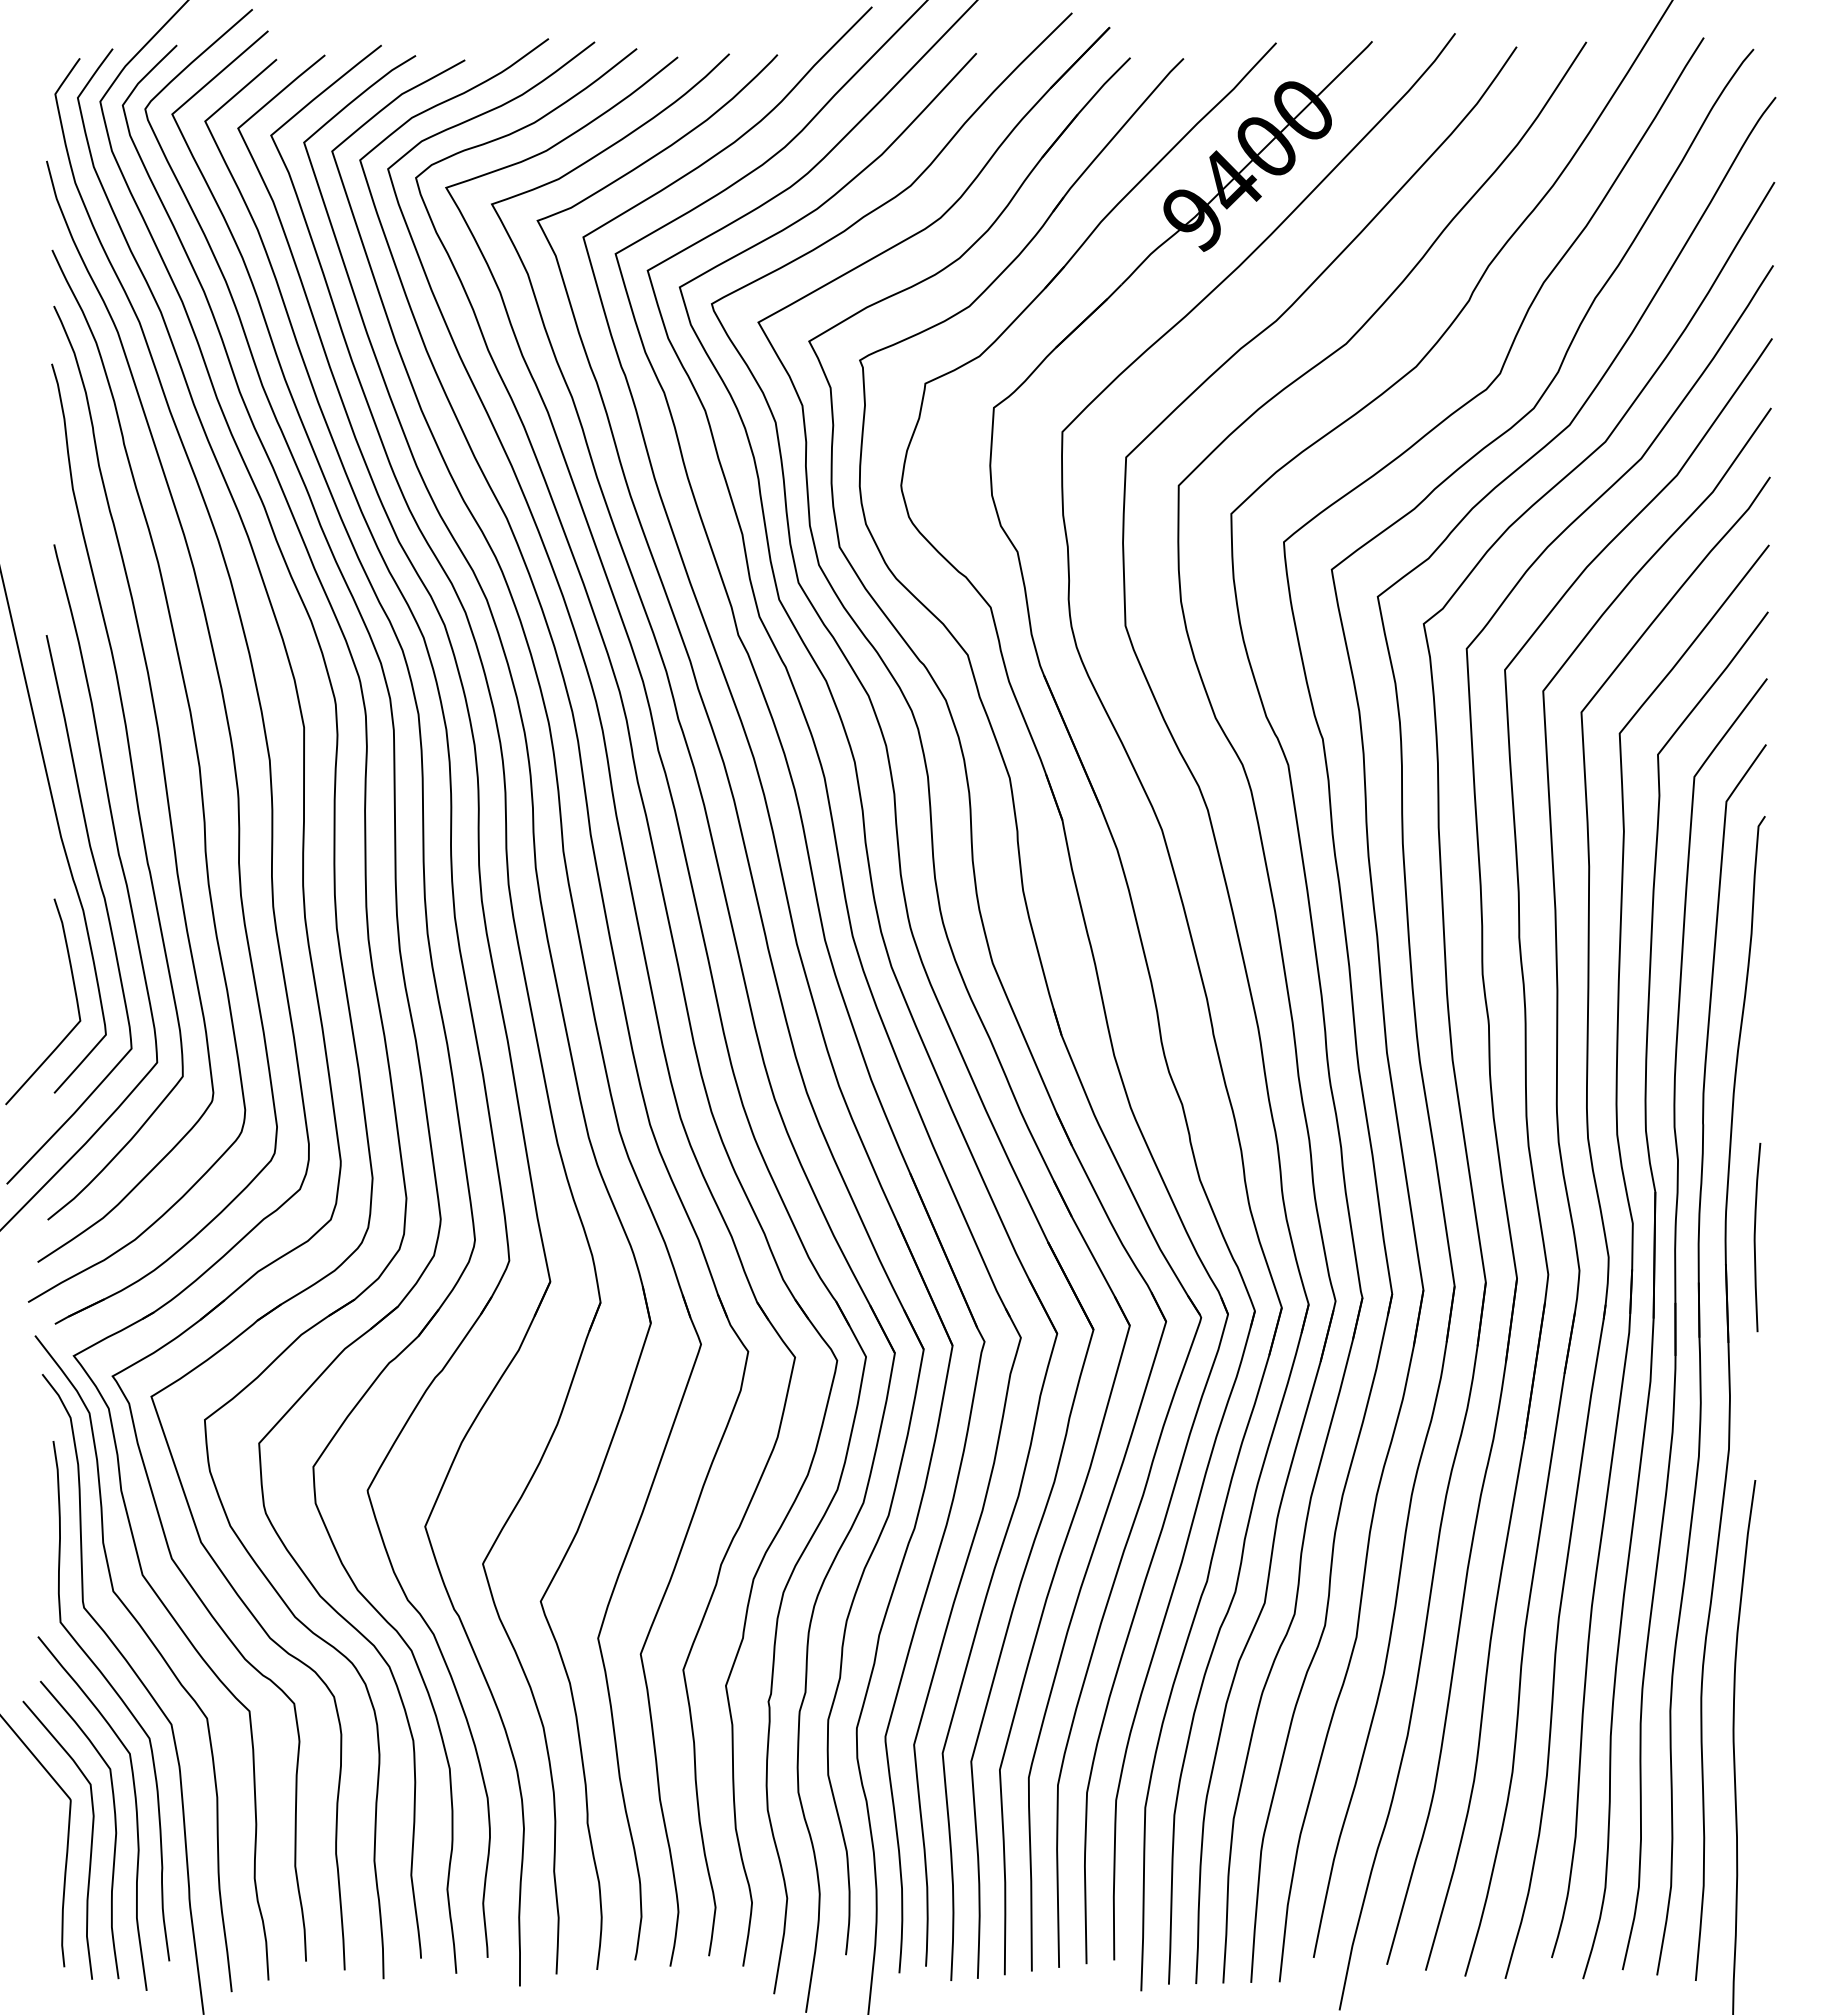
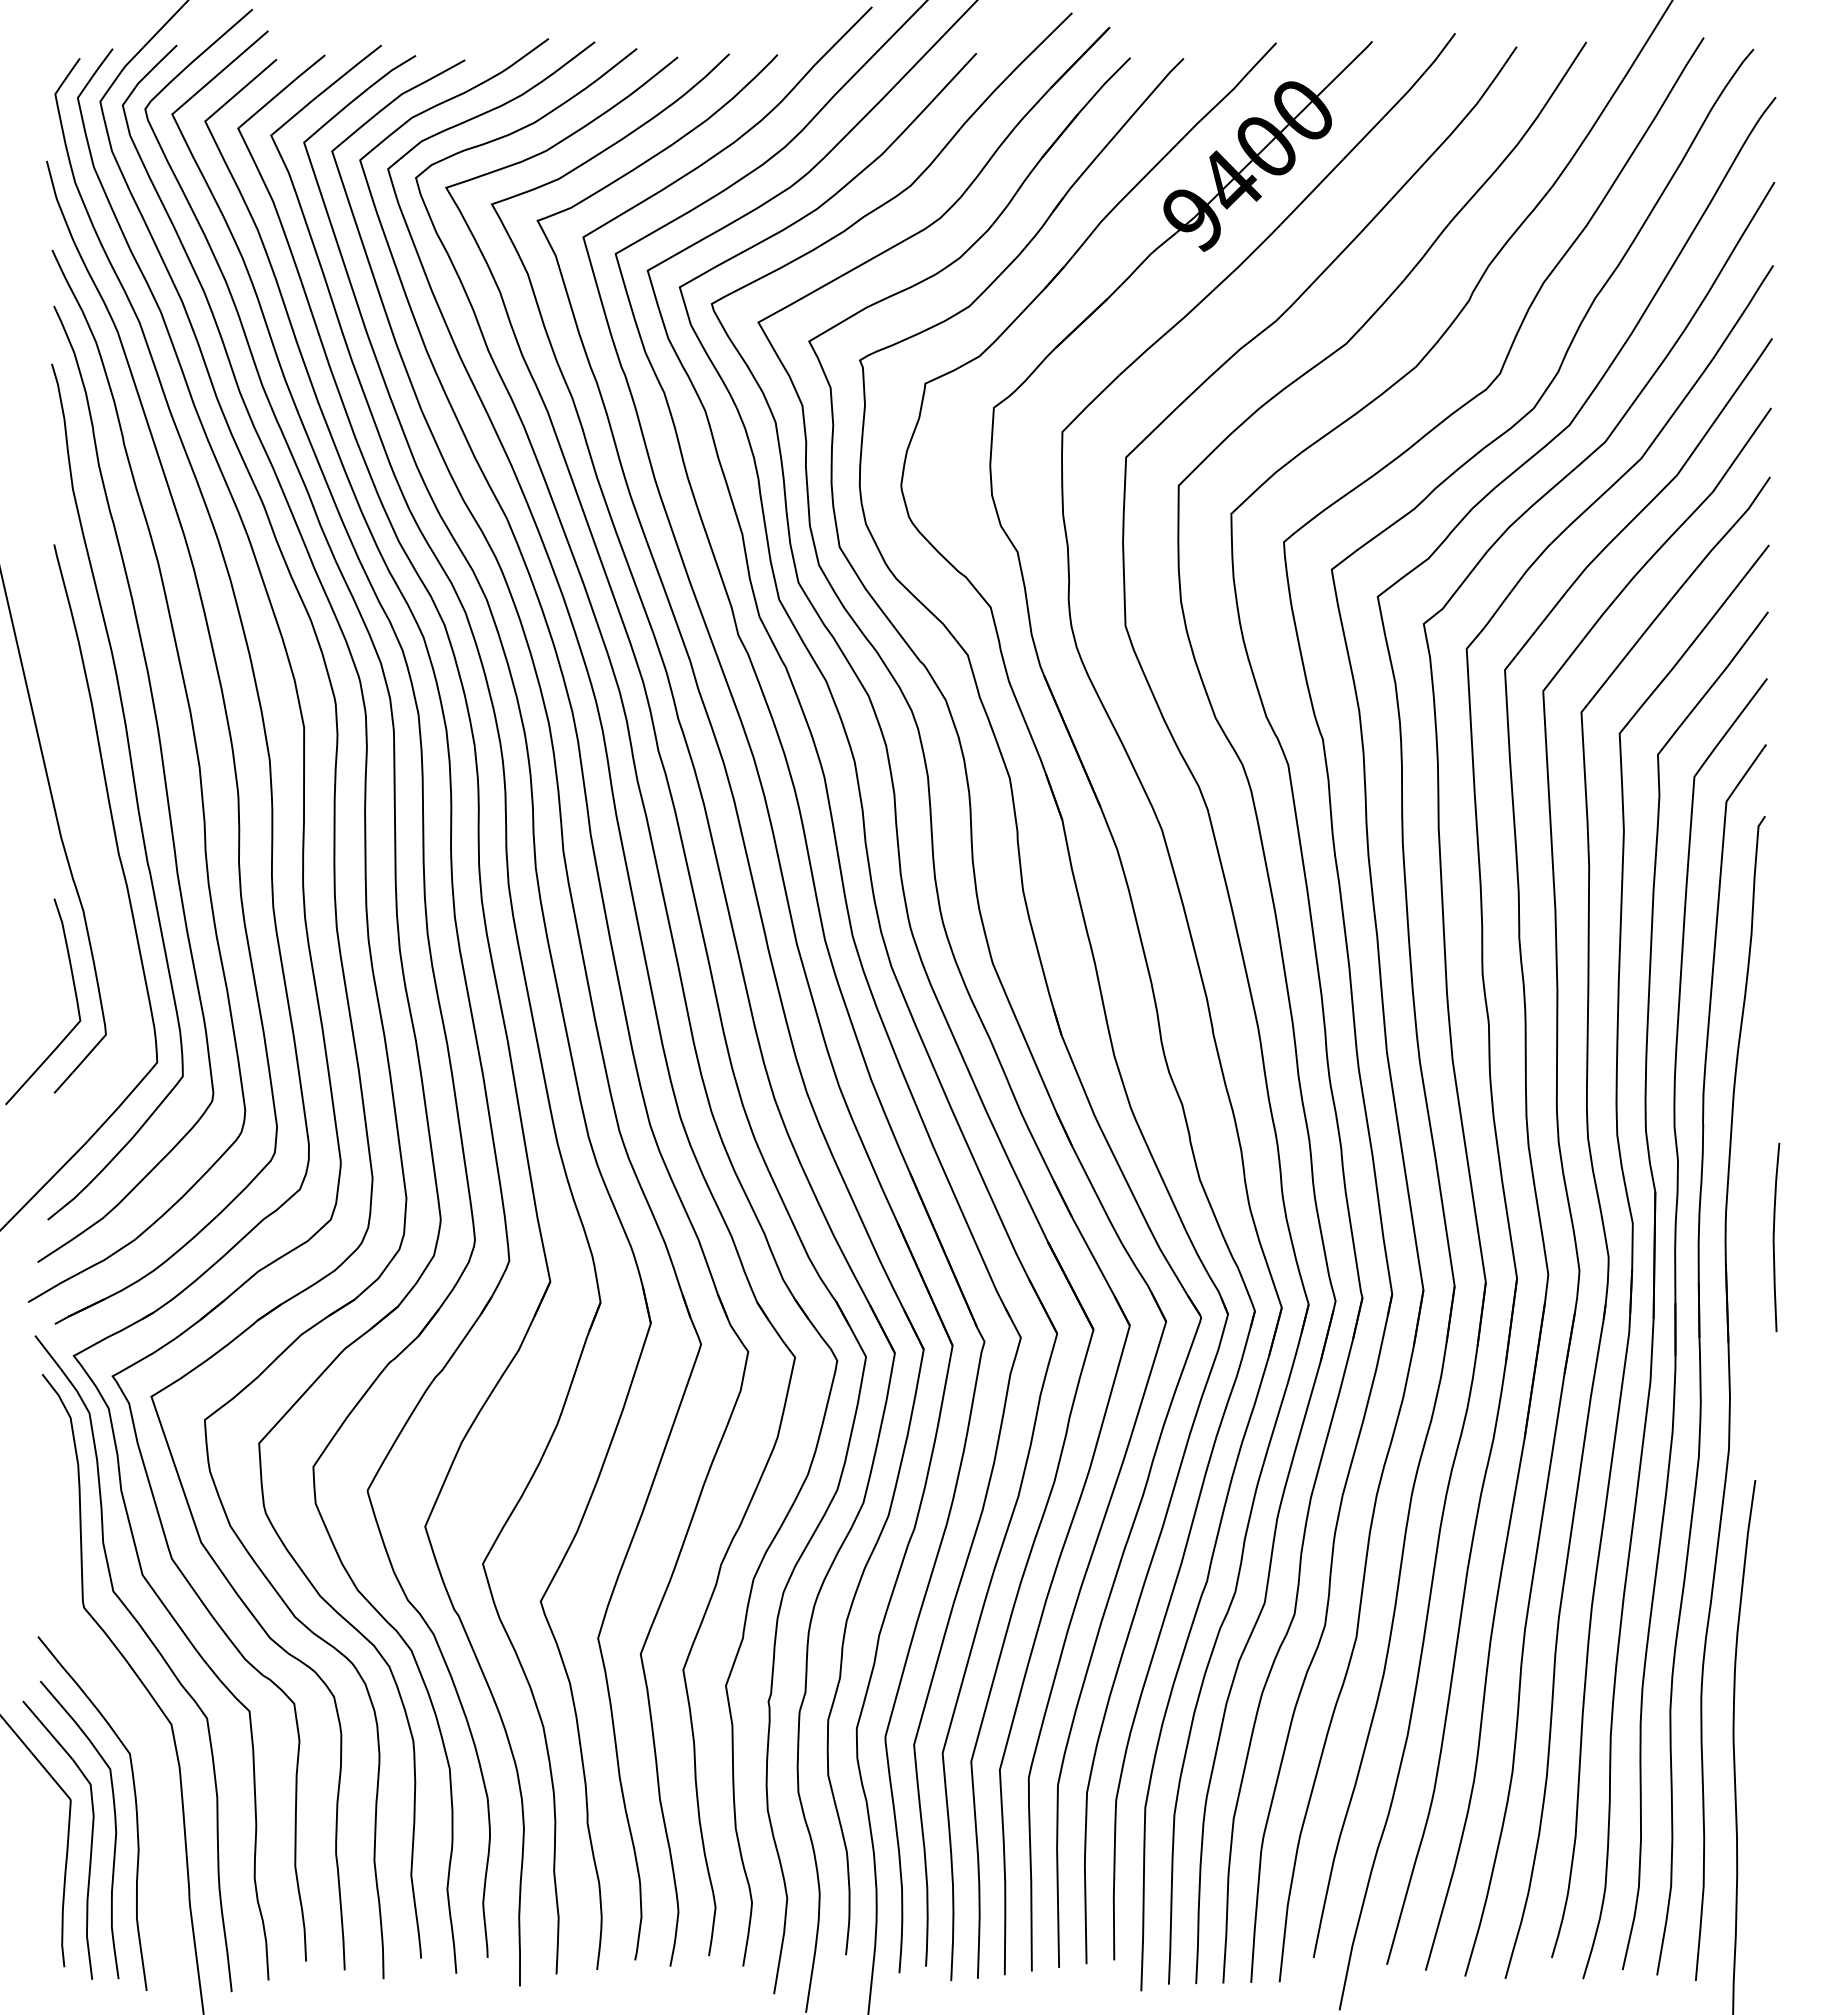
curve at (104, 903): present -> none
curve at (1755, 1237) position: (1755, 1237) -> (1774, 1237)
curve at (118, 1697): present -> none
